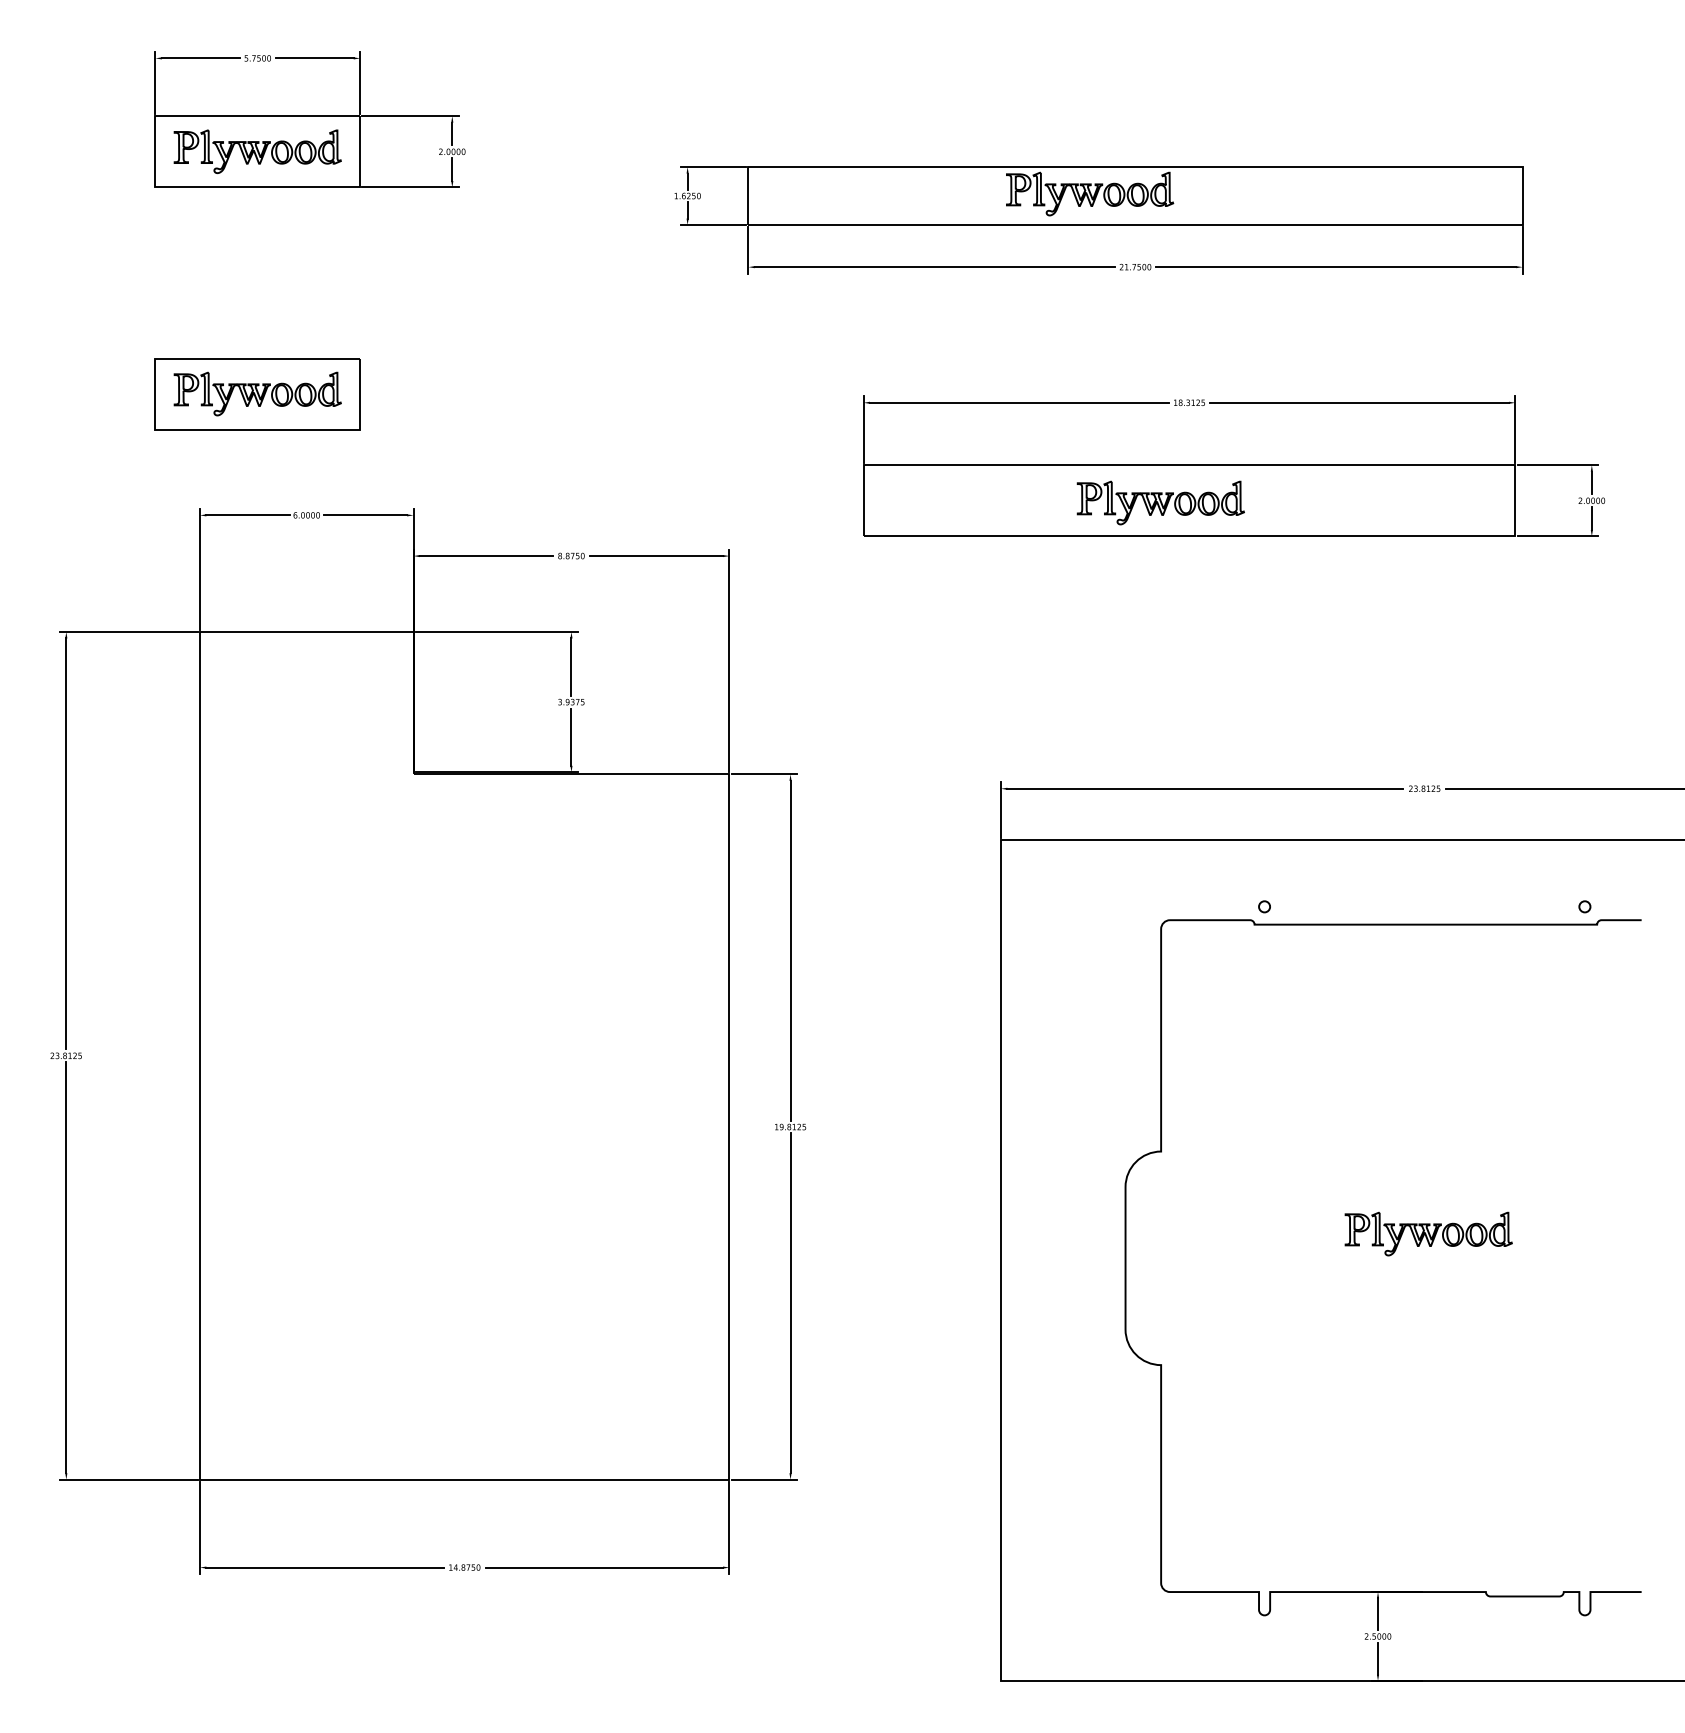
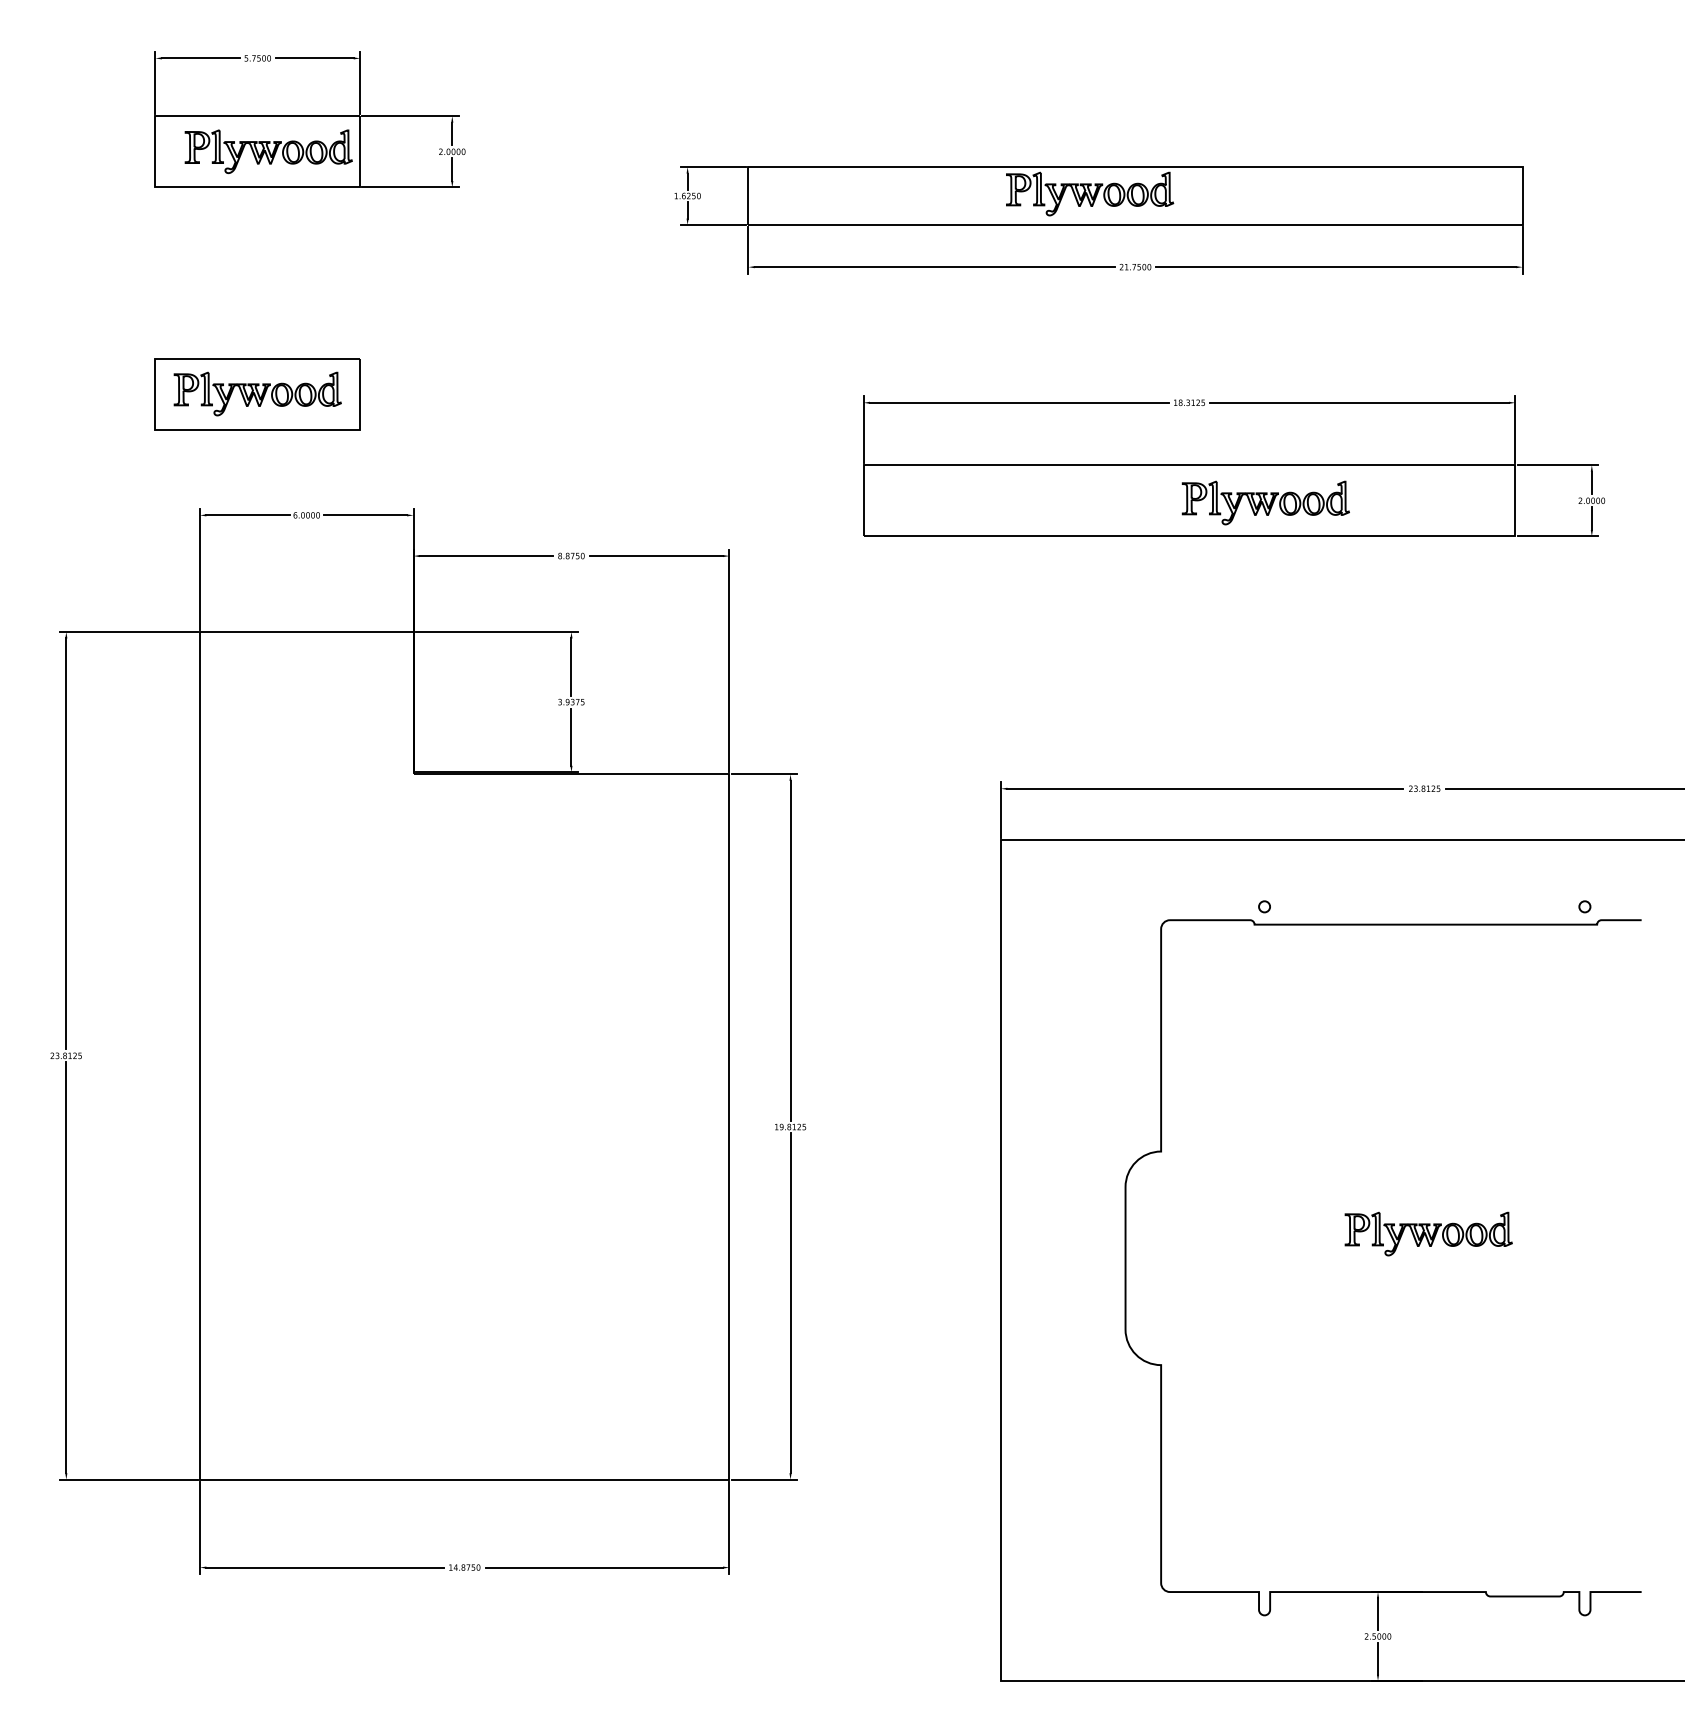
part at (257, 151) position: (257, 151) -> (268, 151)
part at (1160, 502) position: (1160, 502) -> (1265, 502)
